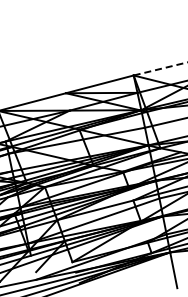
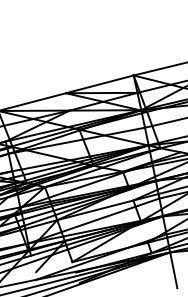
line at (160, 68): dashed -> solid
